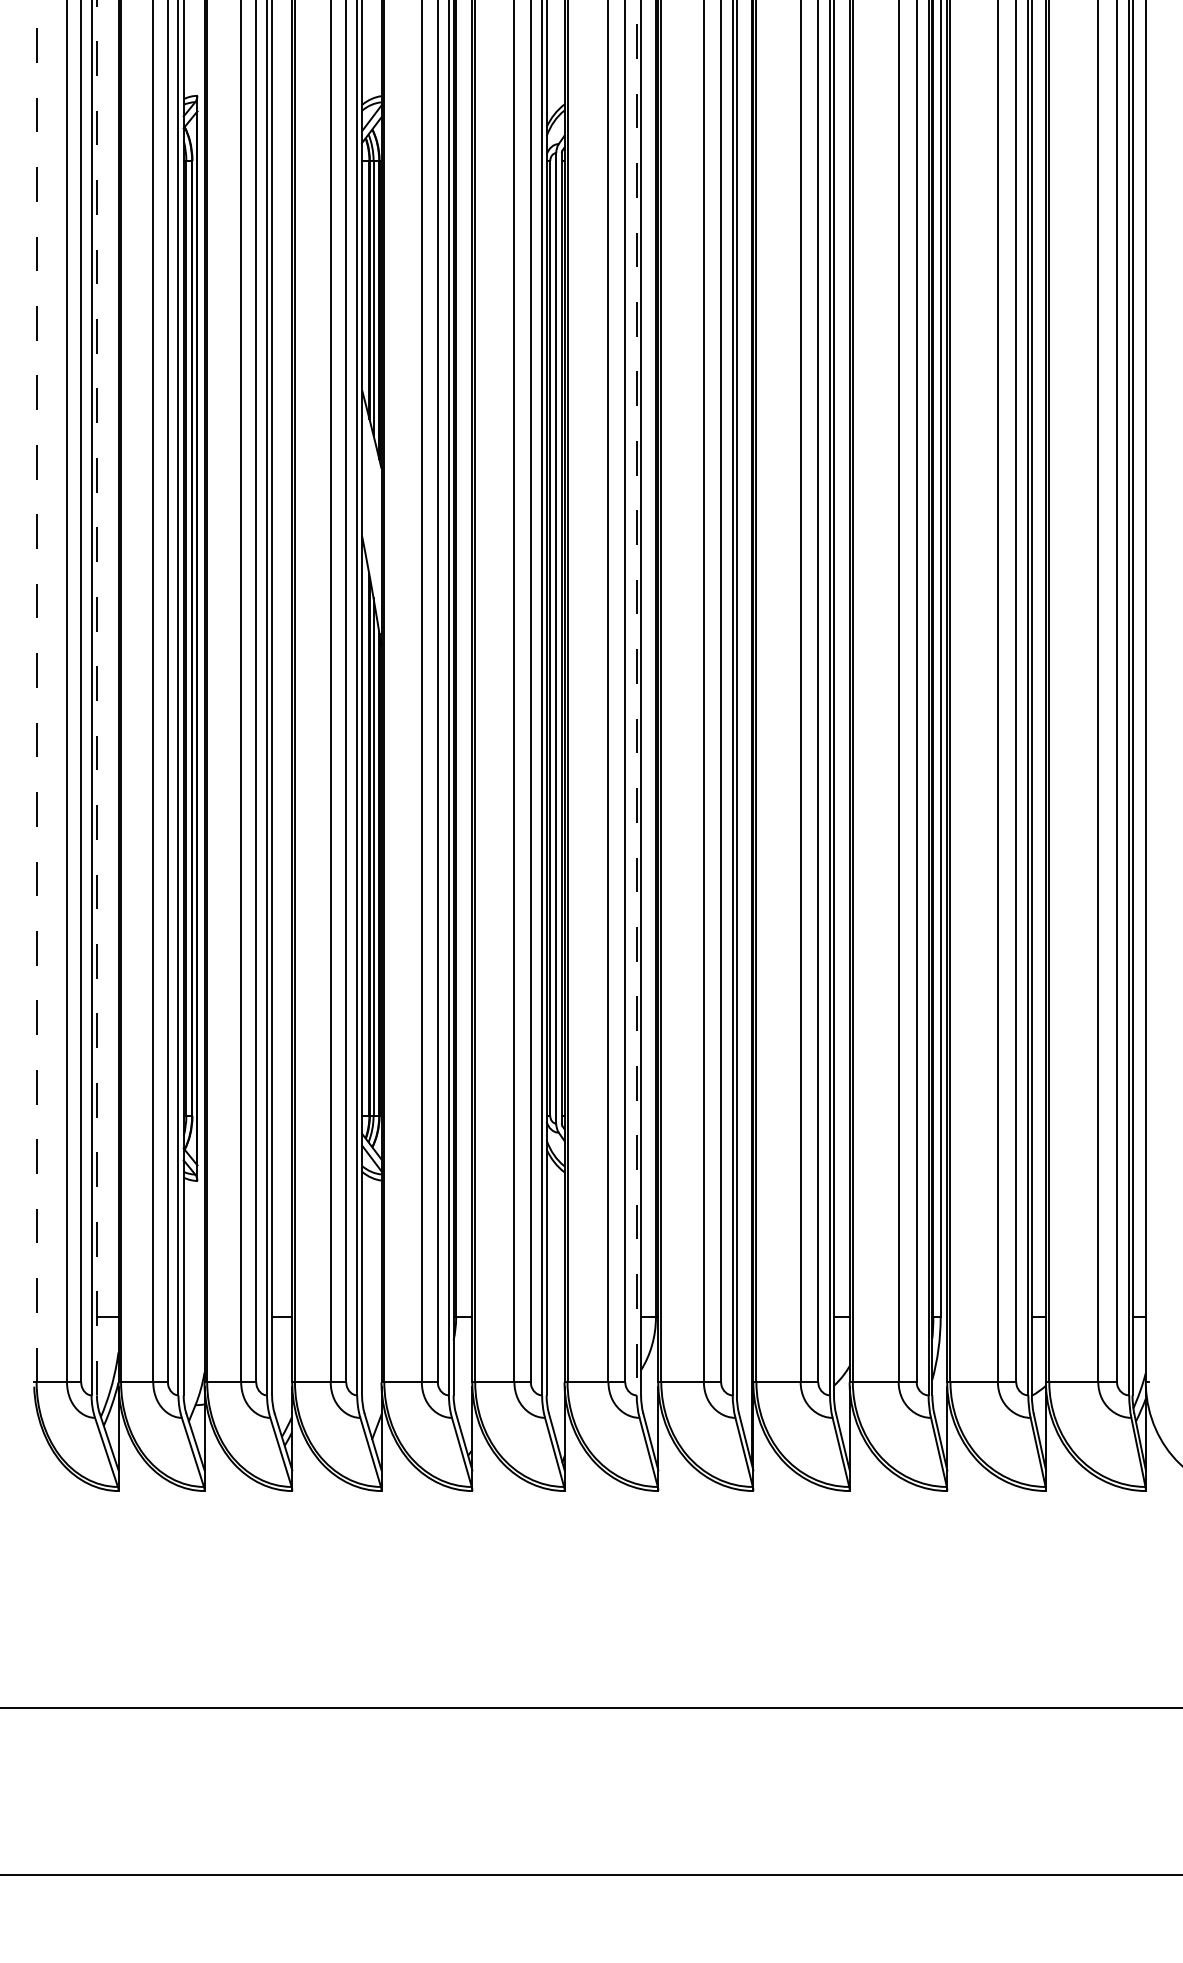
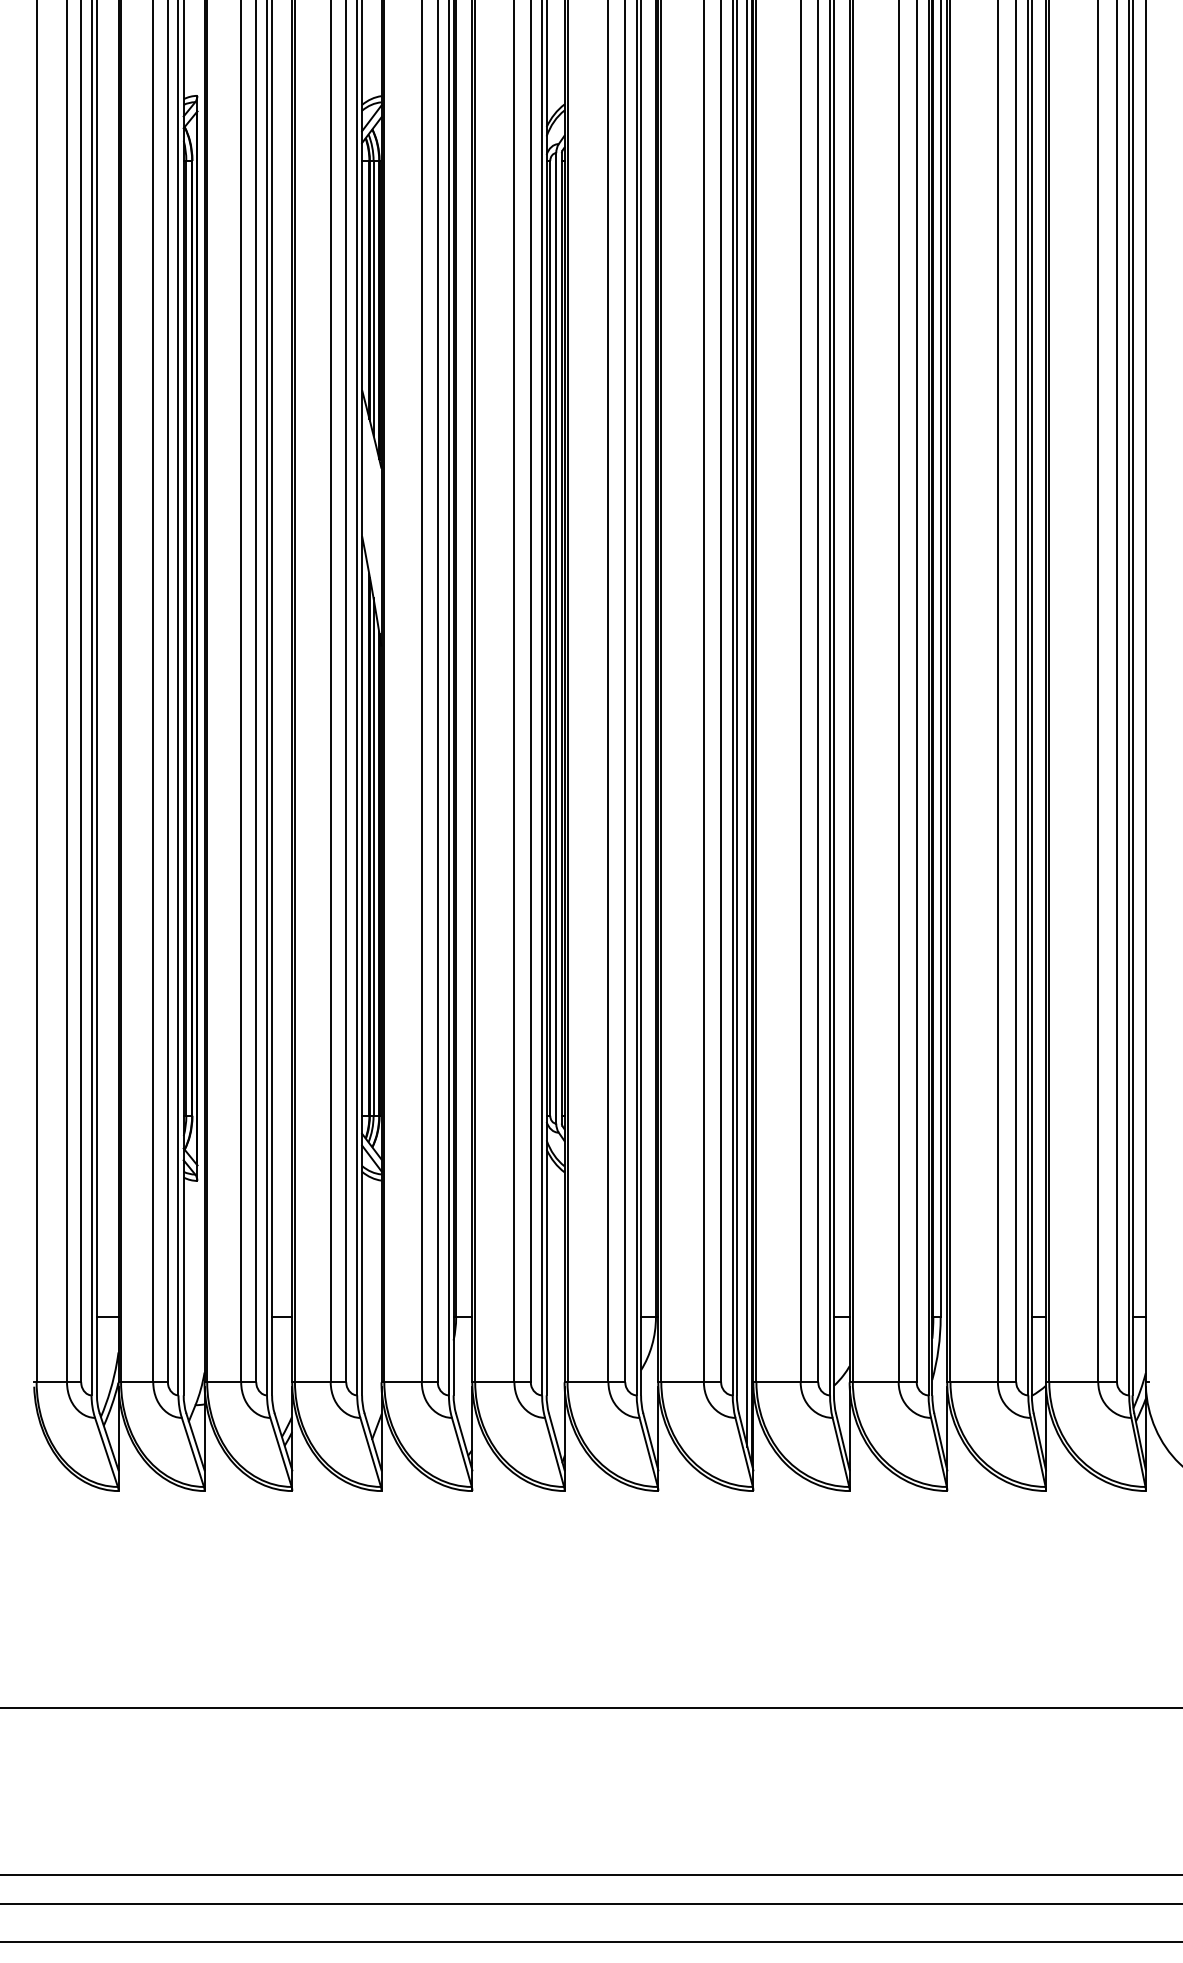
line at (36, 691): dashed -> solid
line at (96, 697): dashed -> solid
line at (636, 698): dashed -> solid
line at (747, 724): none -> present
line at (590, 1904): none -> present
line at (590, 1941): none -> present
